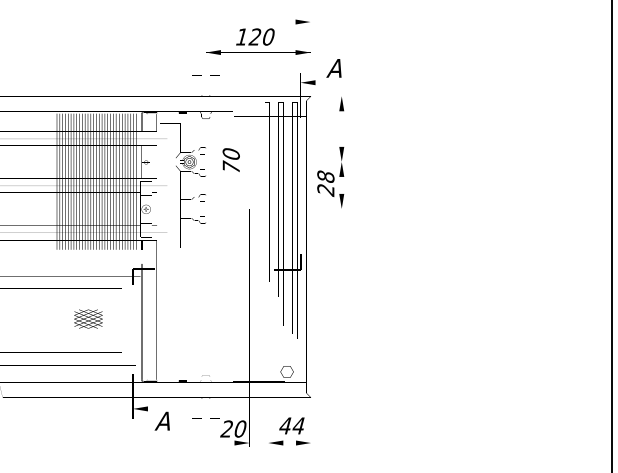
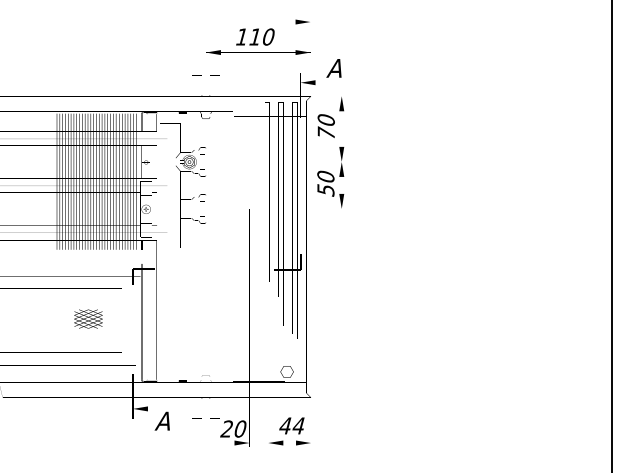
text at (254, 36): 120 -> 110
text at (230, 159) position: (230, 159) -> (325, 125)
text at (325, 183): 28 -> 50
